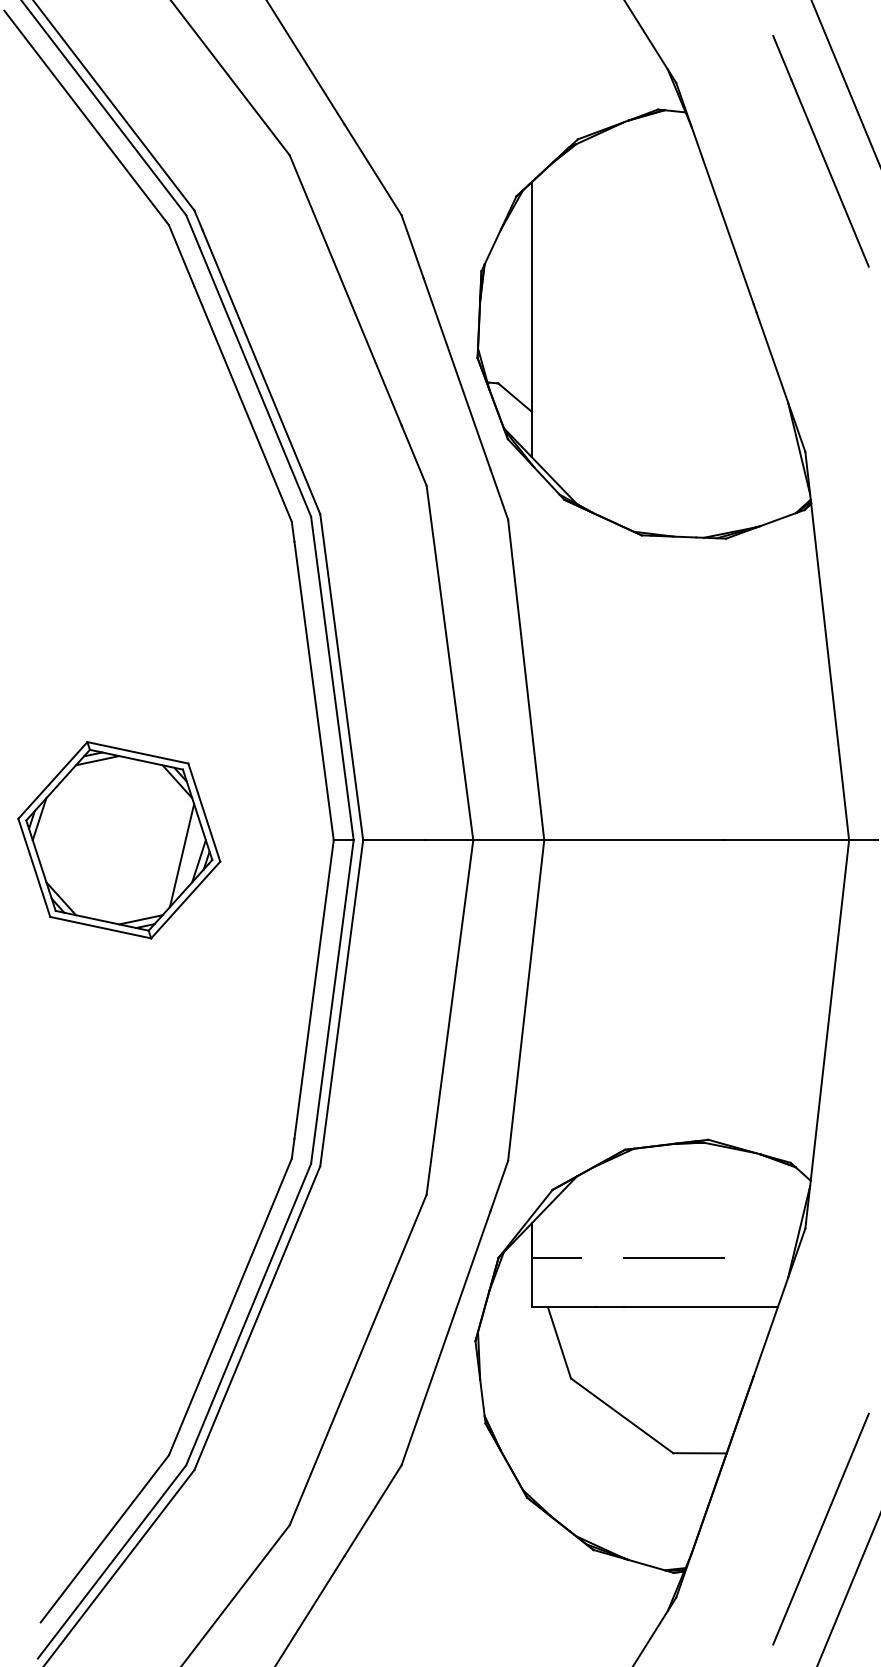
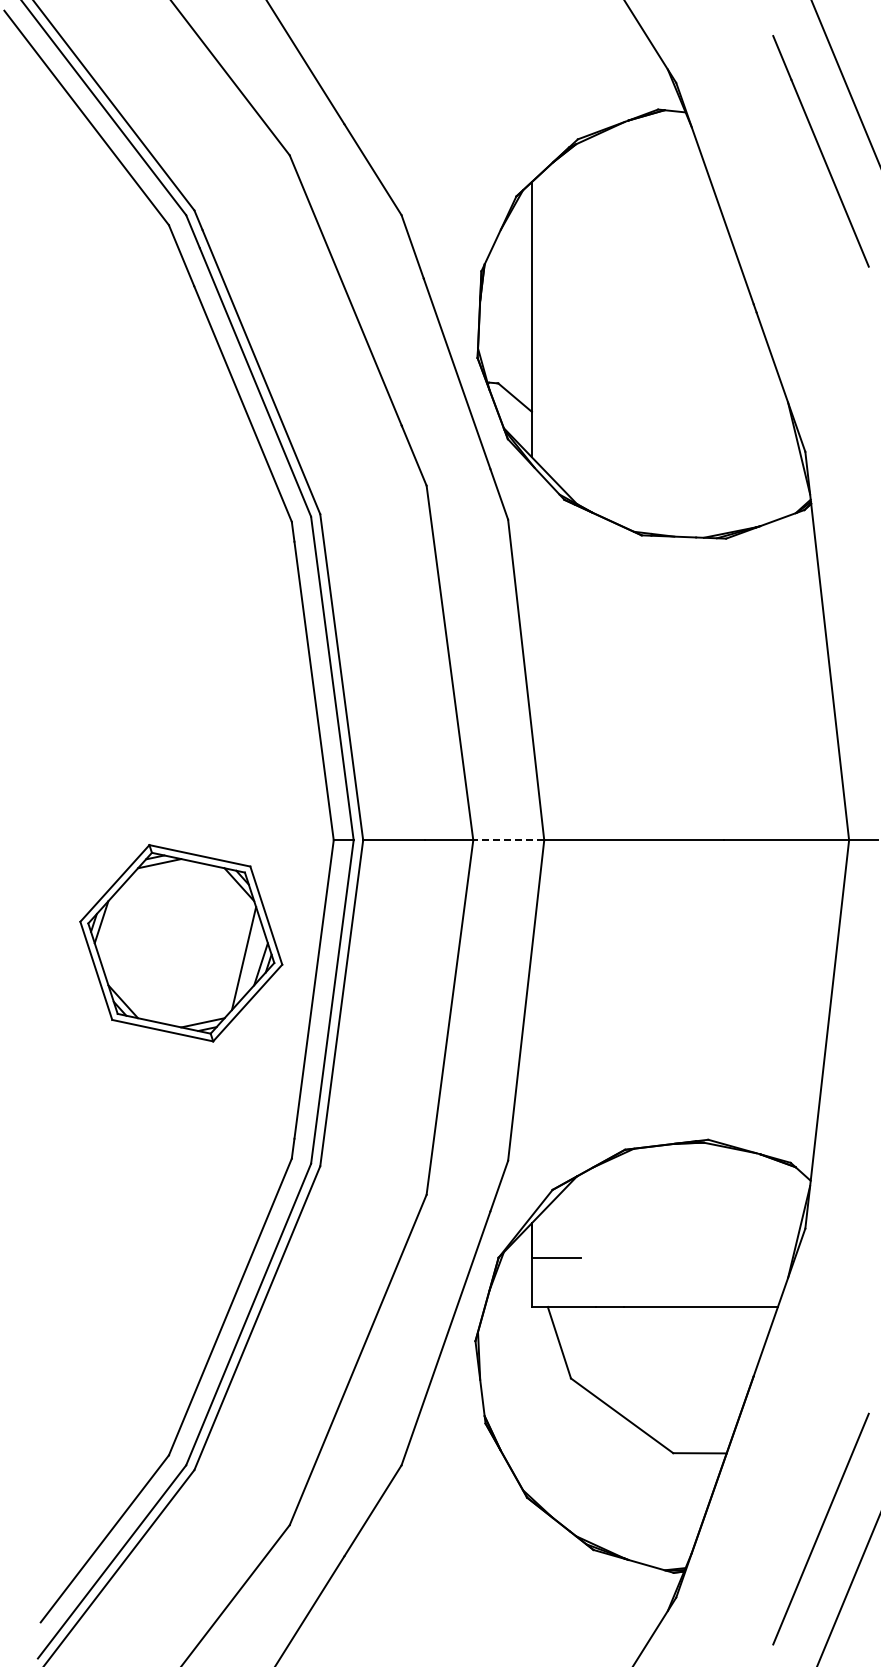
part at (119, 840) position: (119, 840) -> (181, 943)
line at (508, 840): solid -> dashed
line at (673, 1258): present -> none
